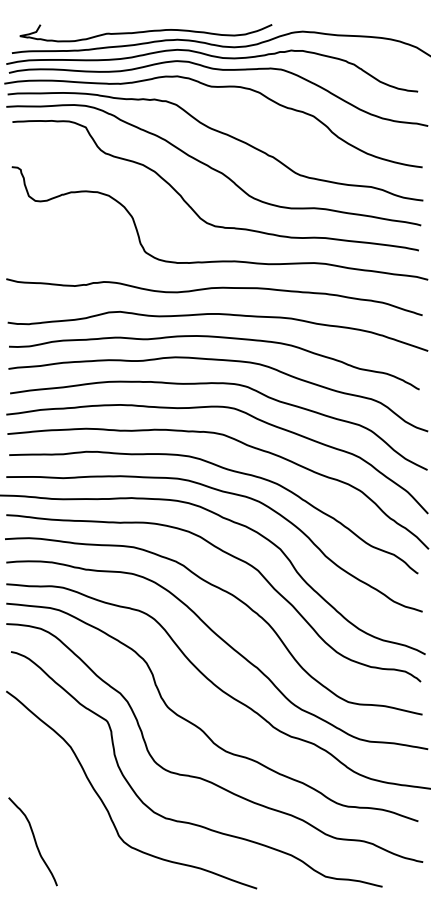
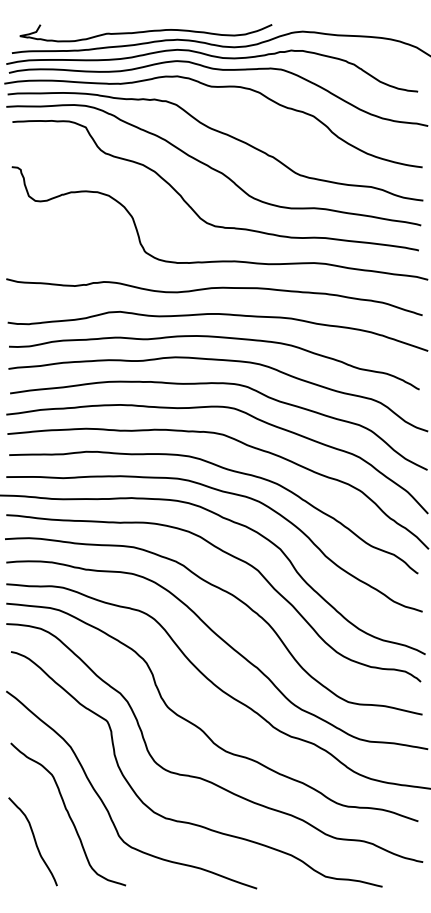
curve at (68, 814): none -> present
